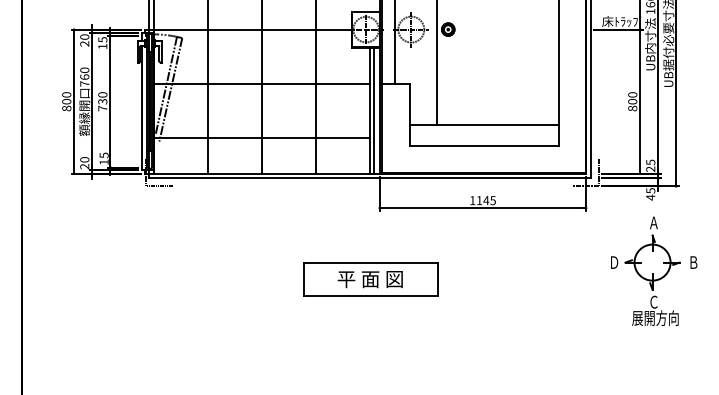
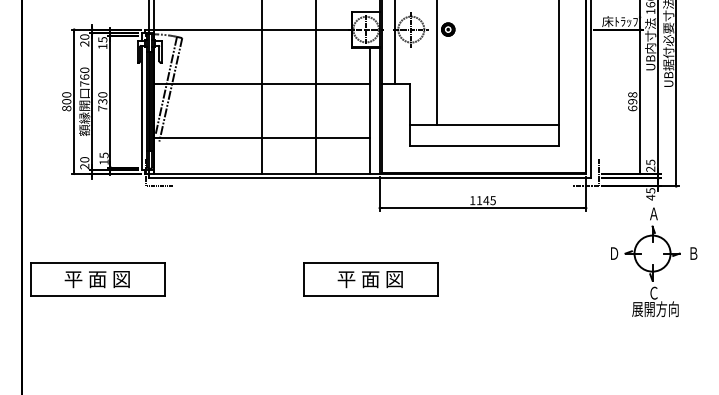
line at (207, 87): present -> none
text at (632, 101): 800 -> 698
line at (373, 110): present -> none
part at (654, 270) position: (654, 270) -> (654, 261)
part at (97, 279): none -> present
